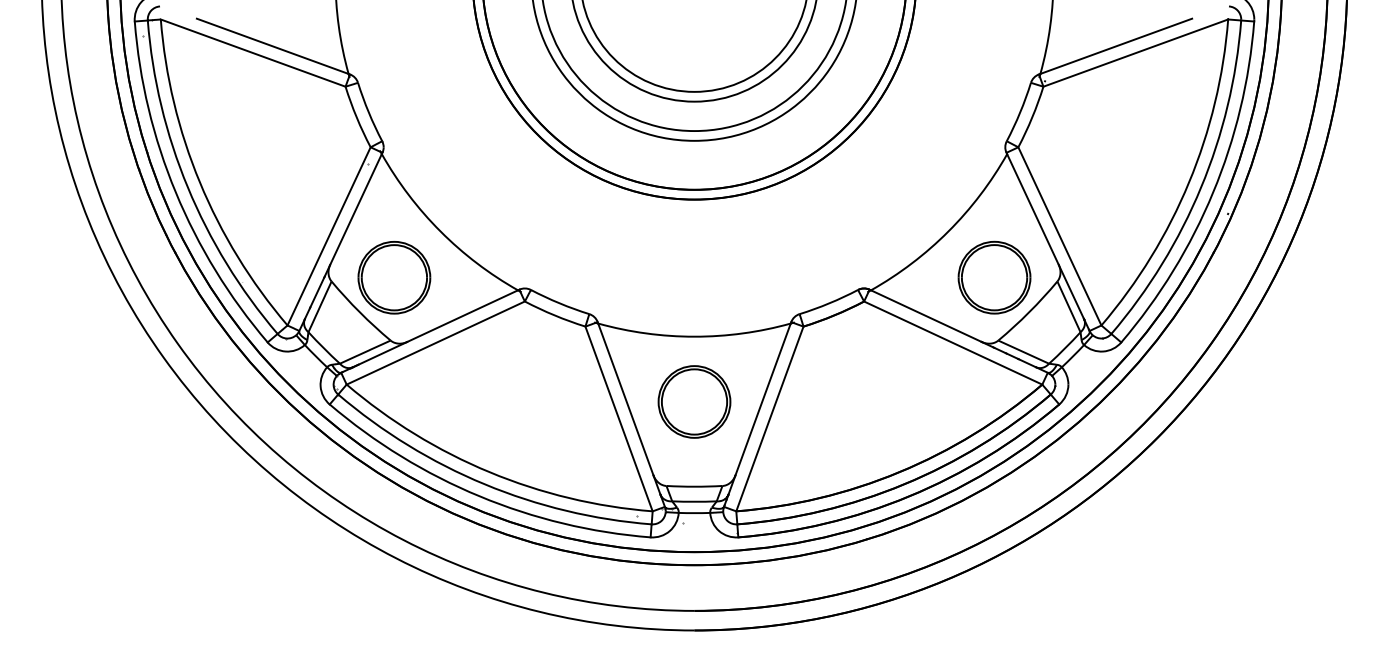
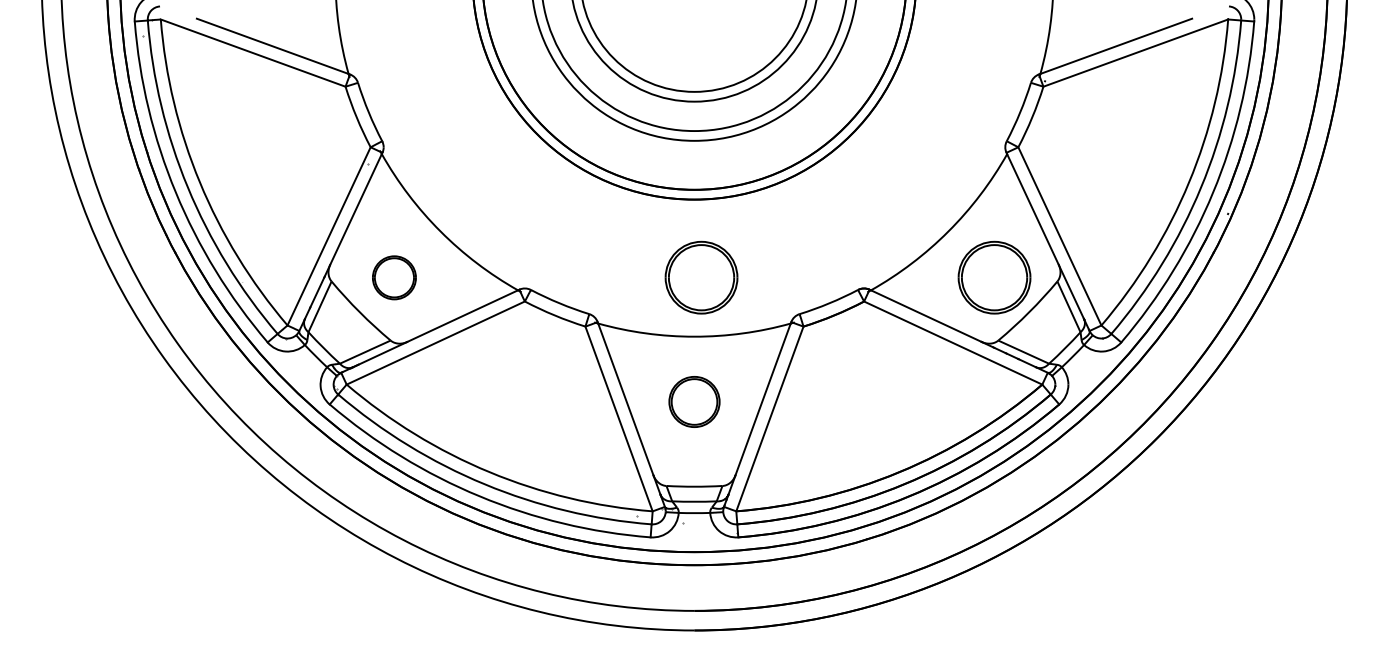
part at (394, 277) size: 75x74 px -> 45x46 px
part at (701, 277): none -> present
part at (694, 401) size: 75x74 px -> 53x52 px
